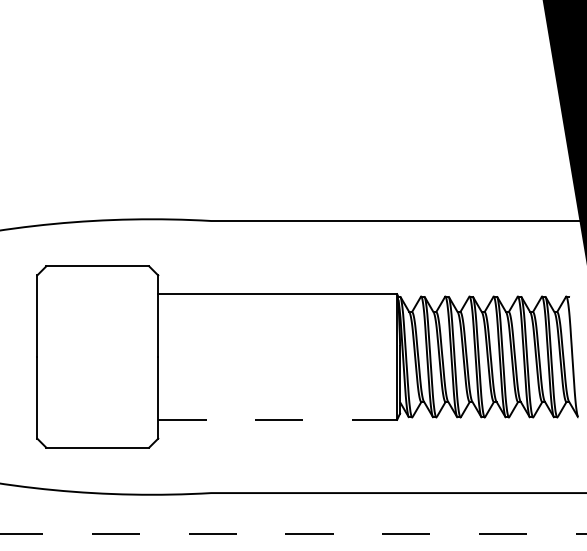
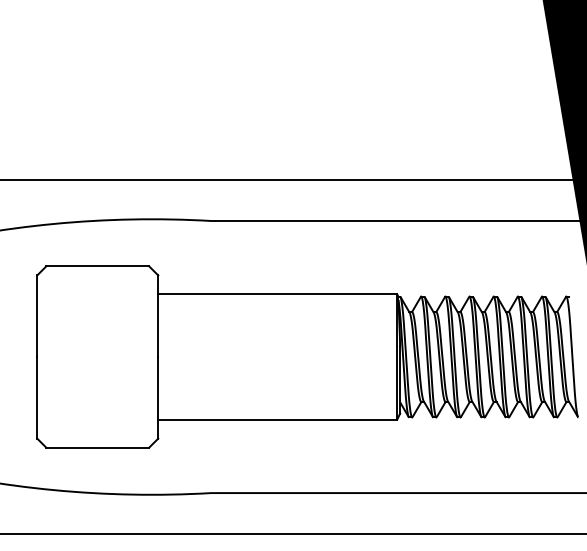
line at (292, 179): none -> present
line at (278, 419): dashed -> solid
line at (293, 534): dashed -> solid
